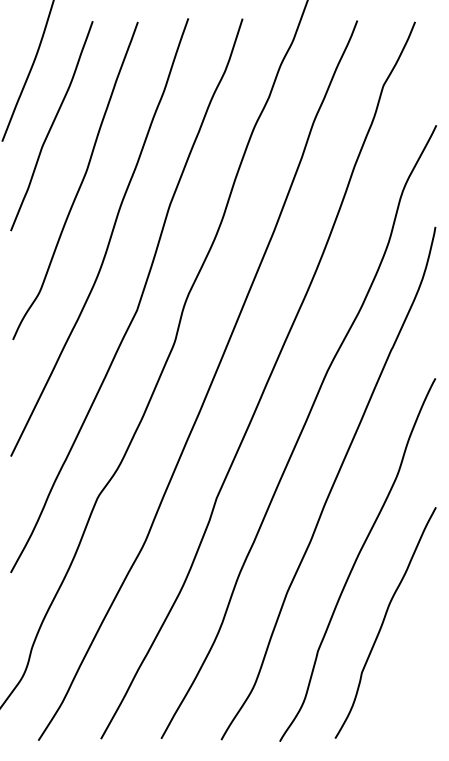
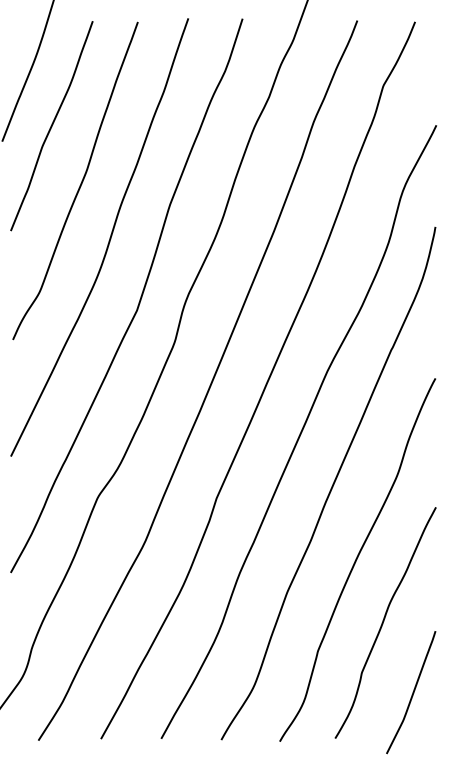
curve at (412, 692): none -> present
